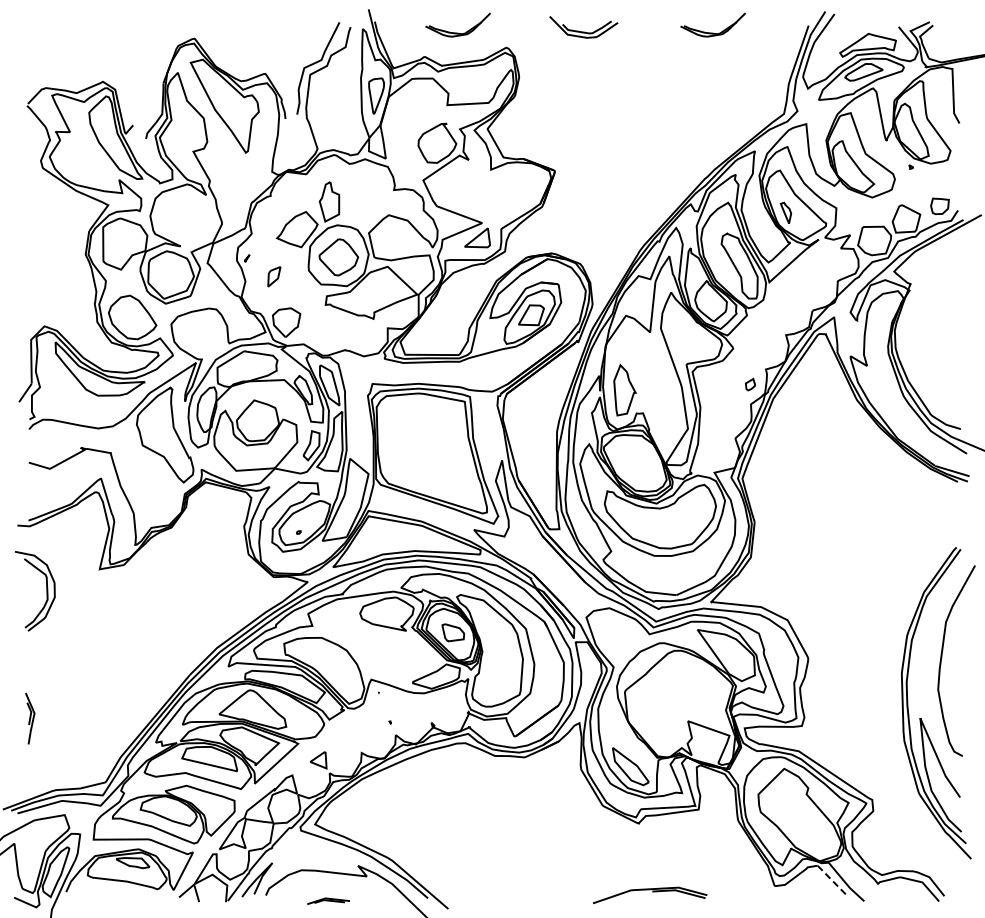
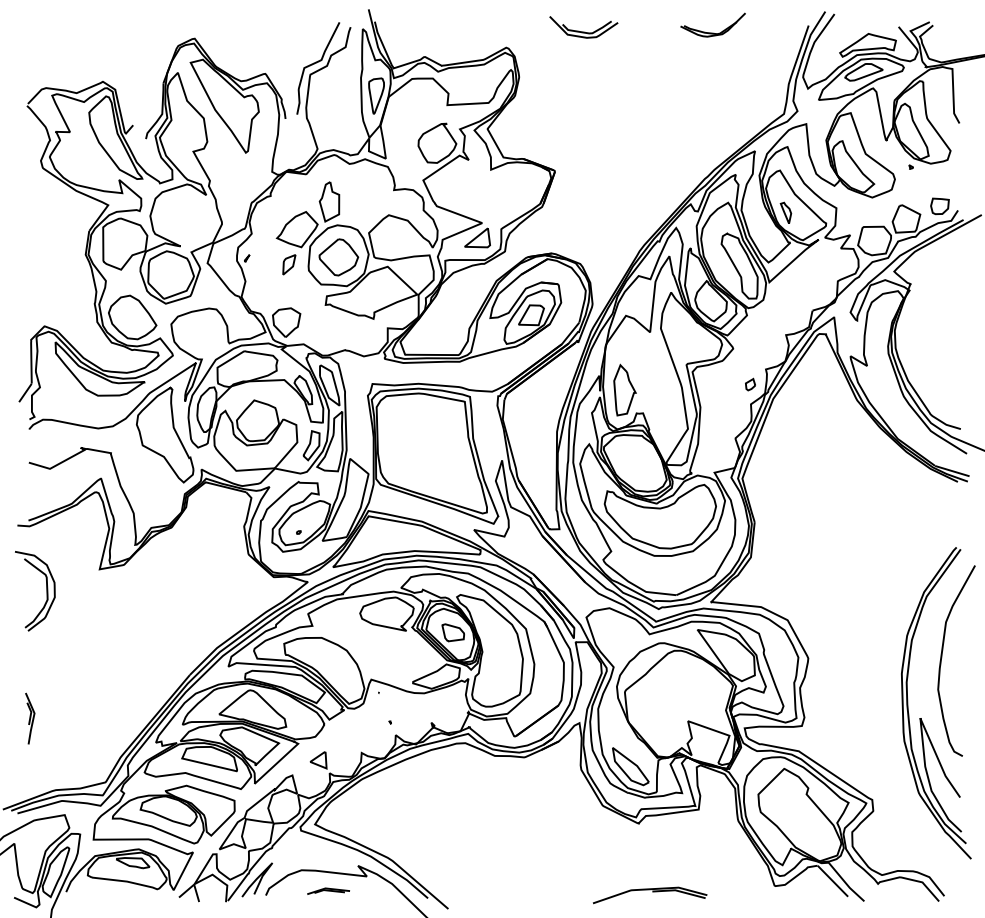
part at (457, 32): present -> none
part at (274, 276) position: (274, 276) -> (289, 264)
line at (832, 881): dashed -> solid
part at (328, 900) position: (328, 900) -> (328, 890)
